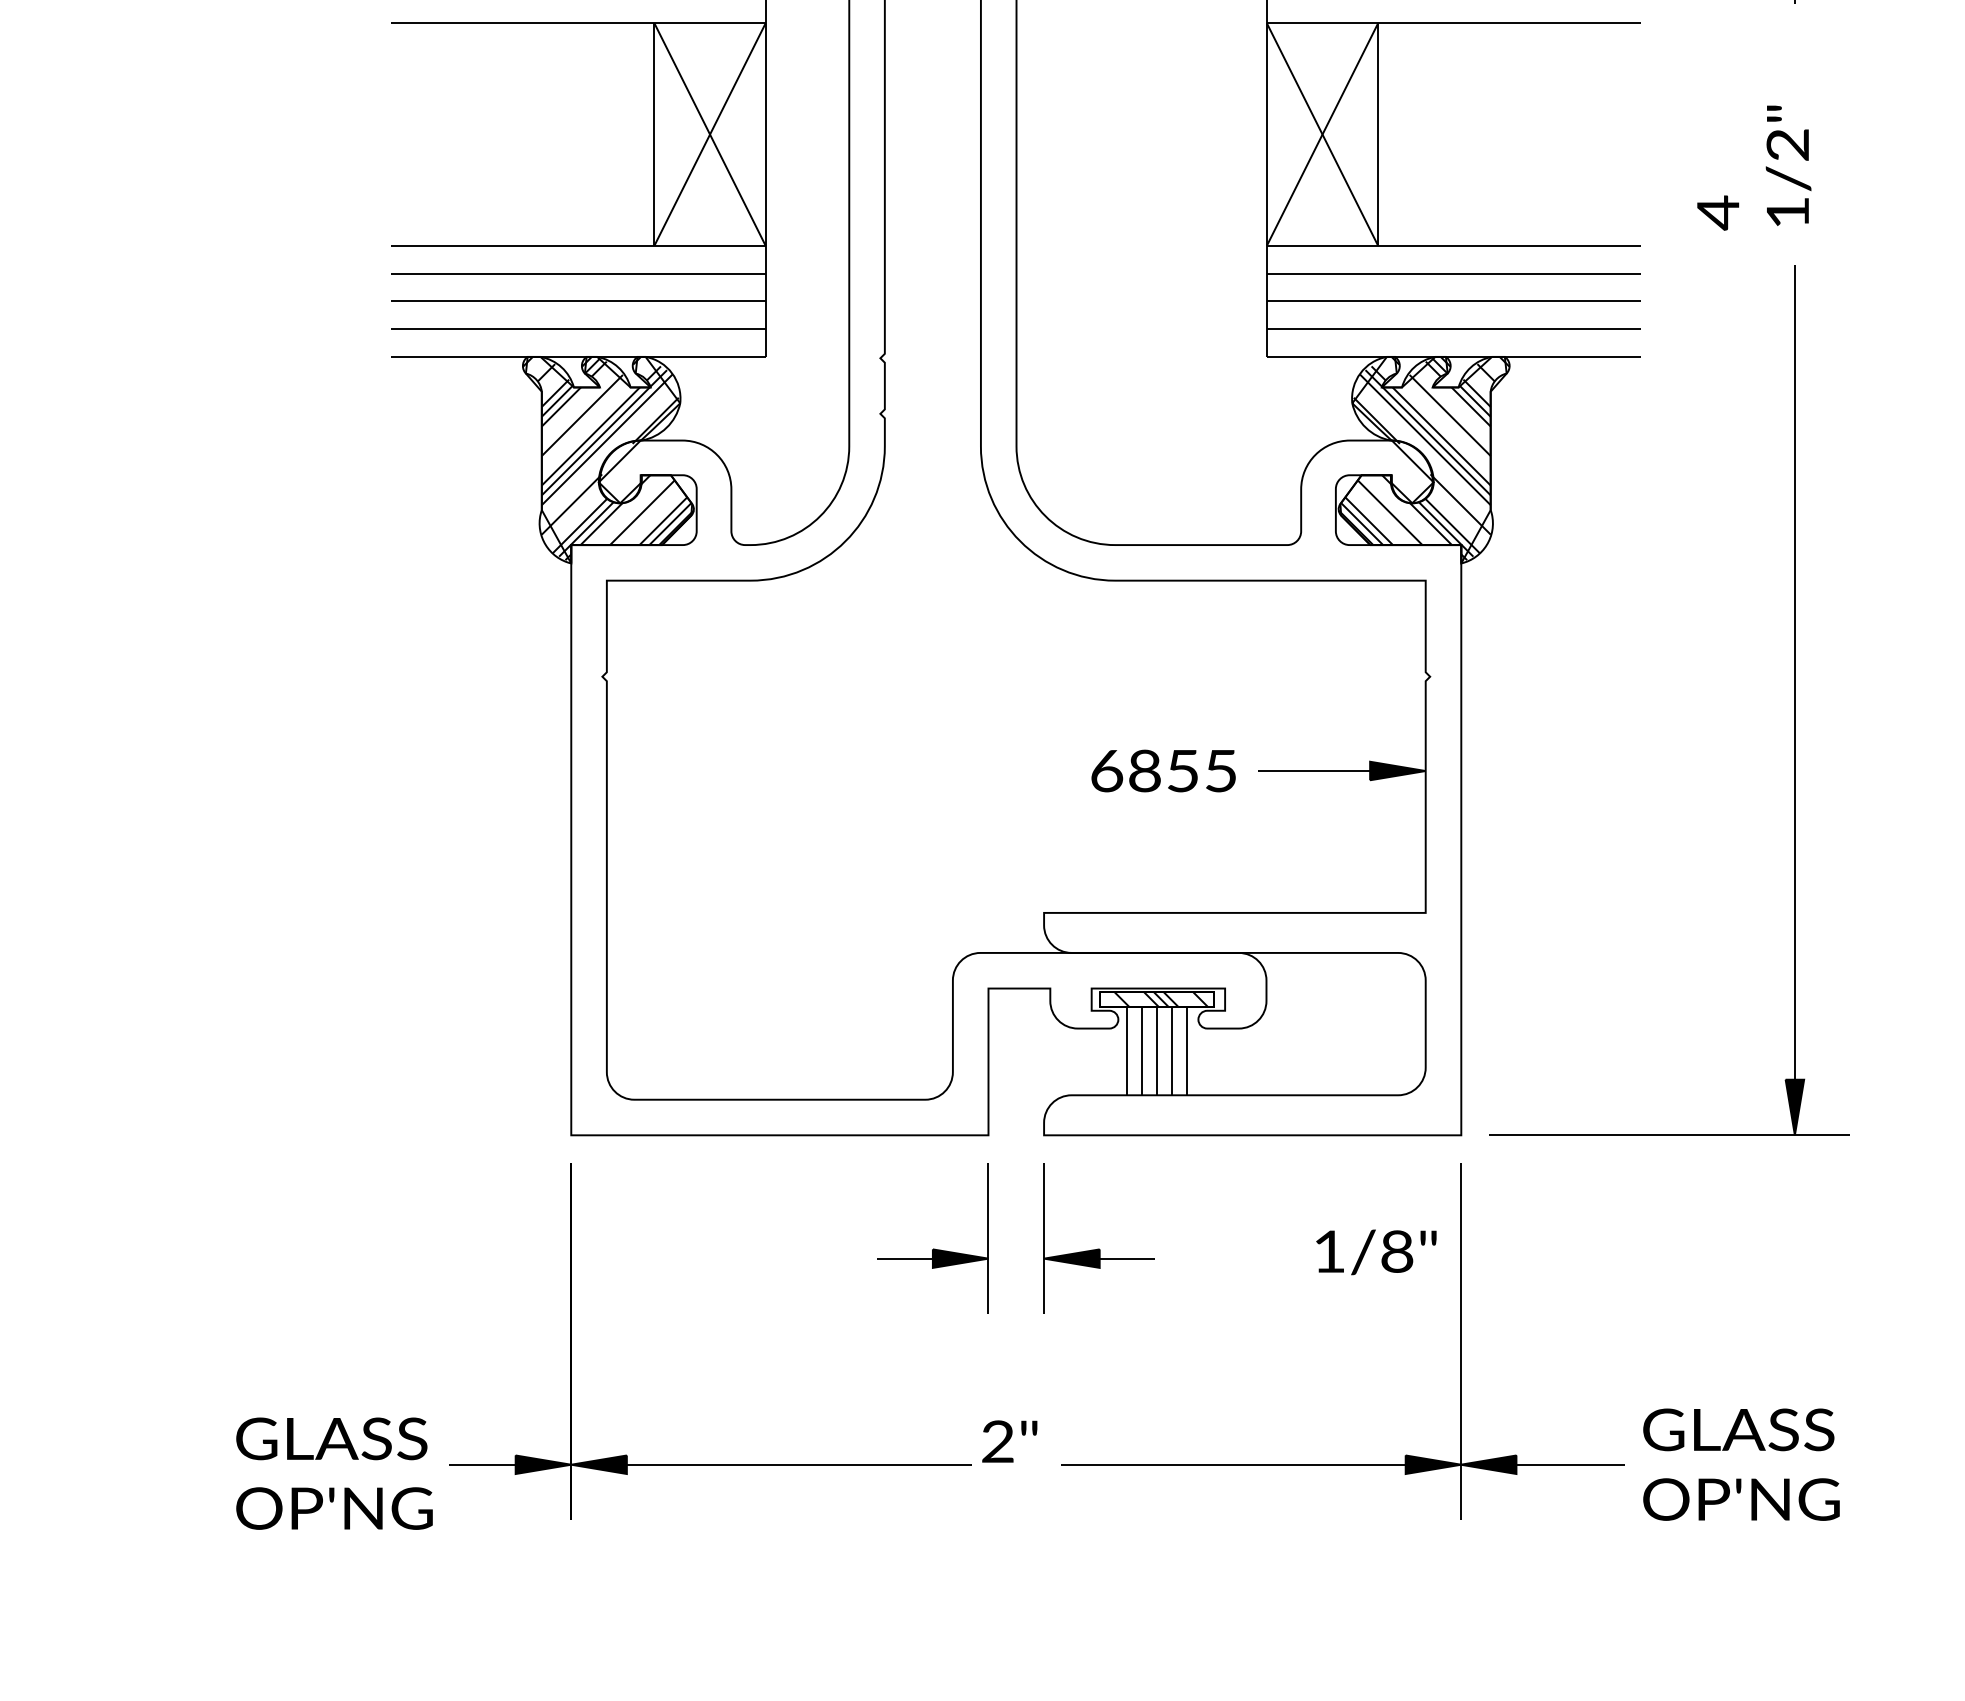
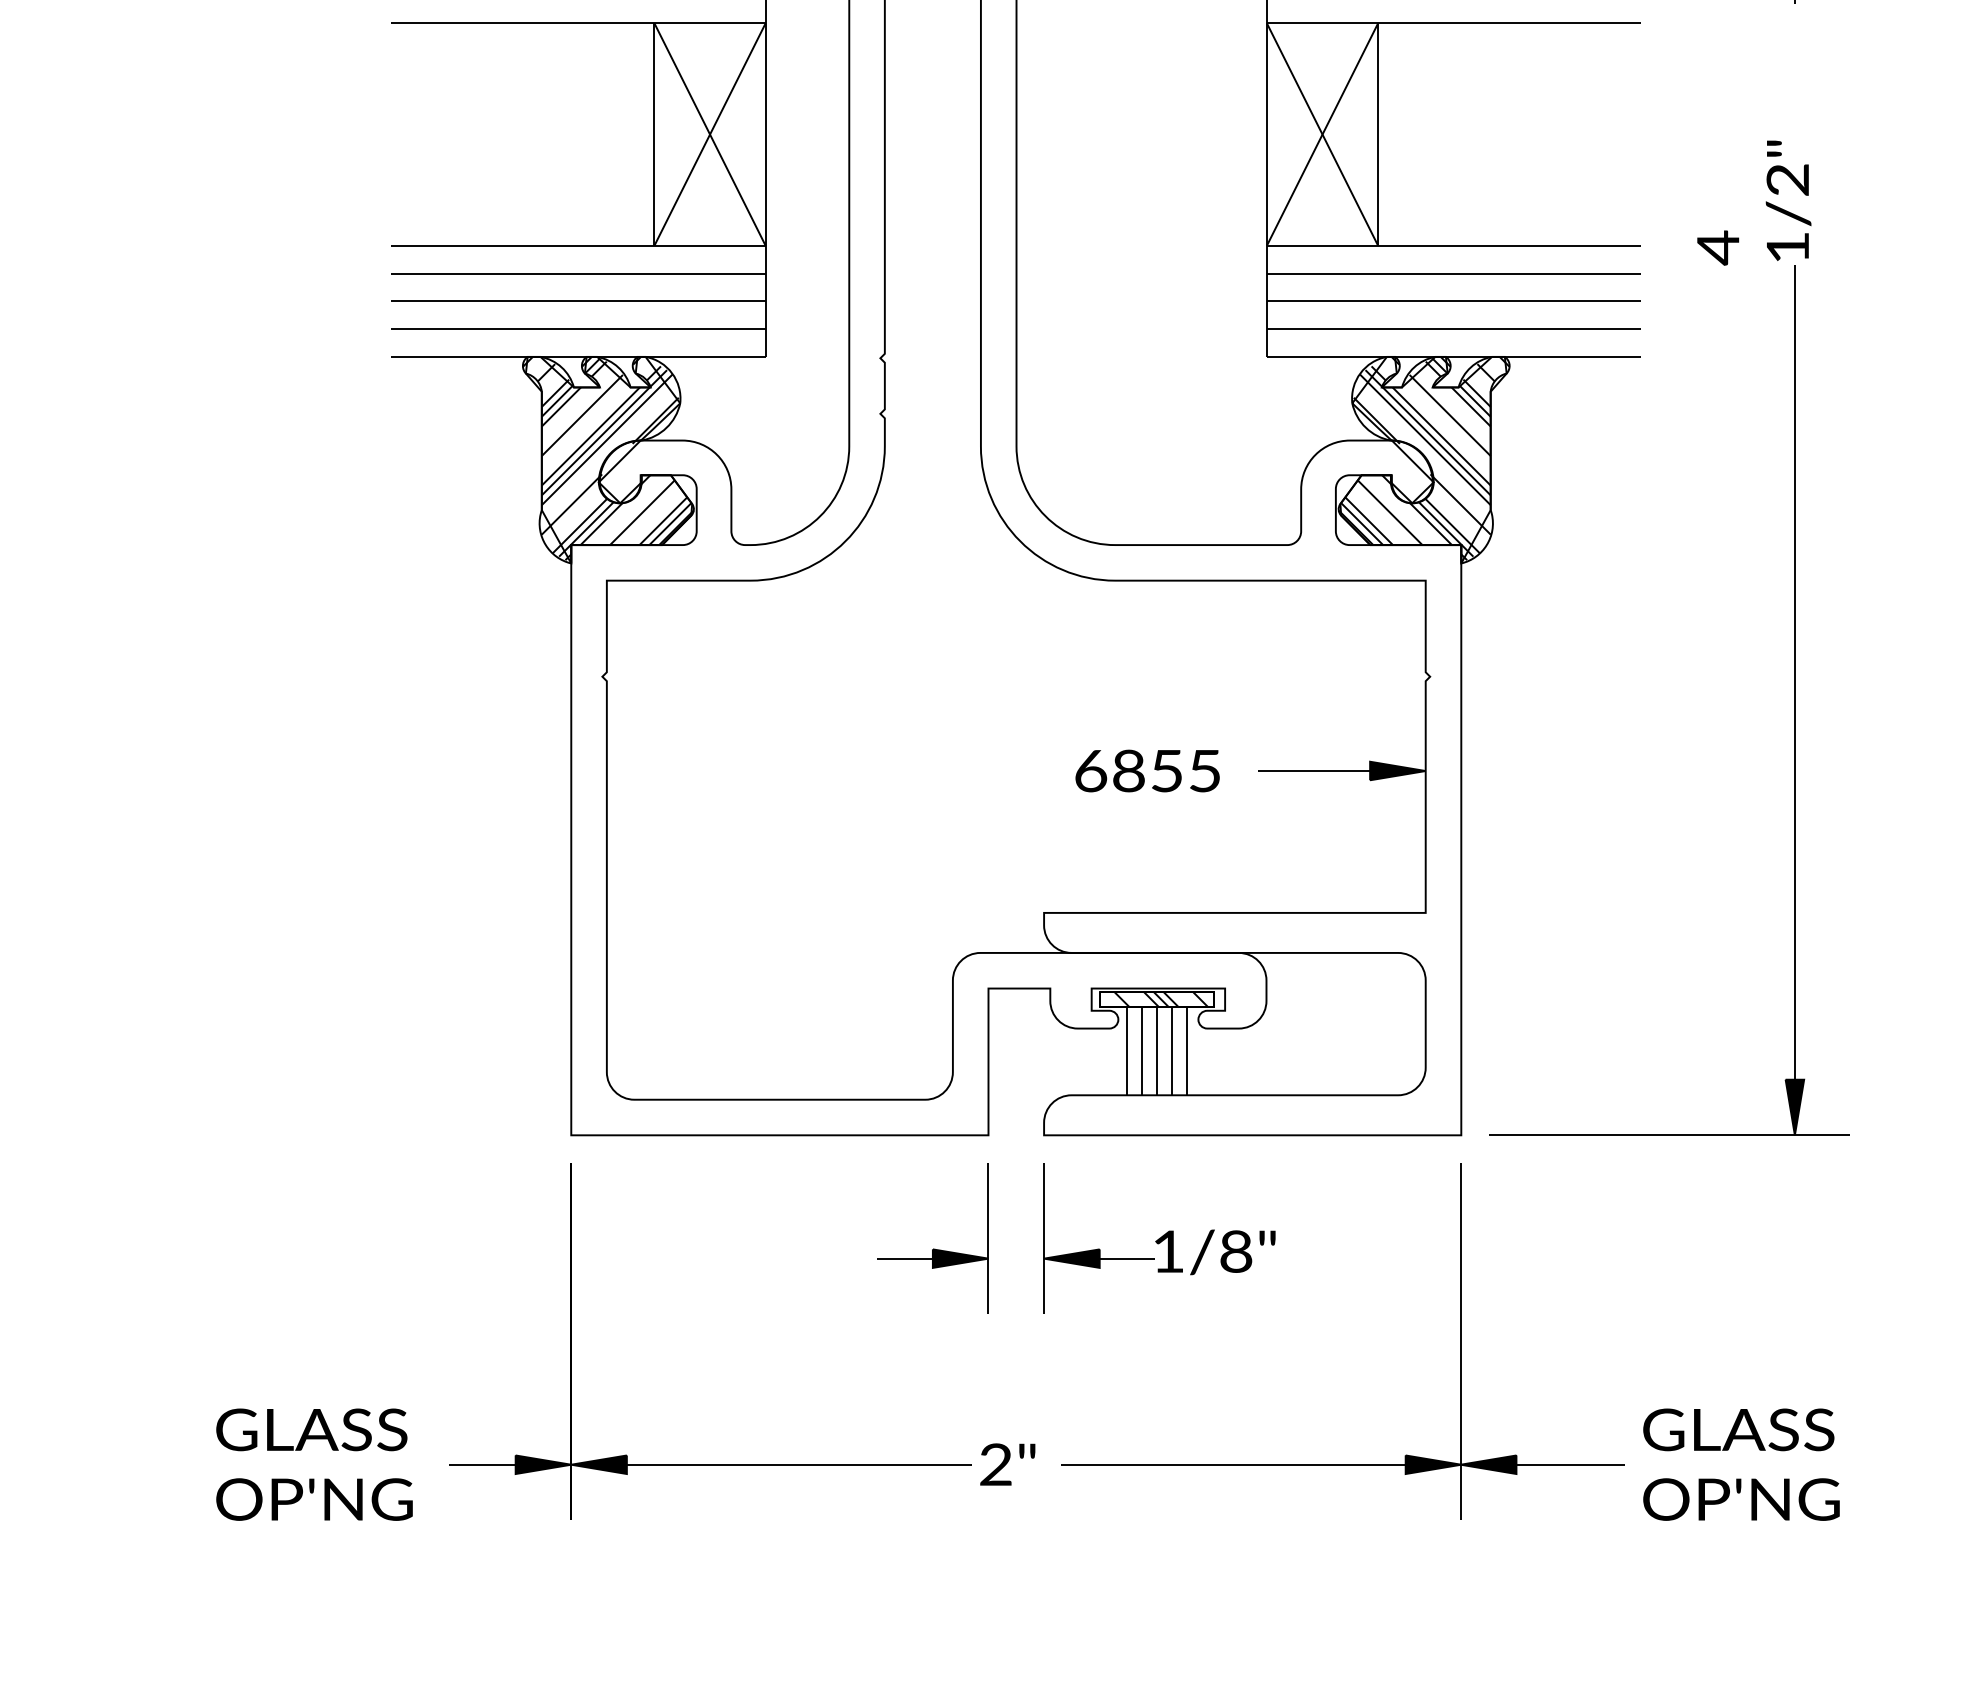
text at (1754, 167) position: (1754, 167) -> (1754, 202)
text at (1163, 770) position: (1163, 770) -> (1147, 770)
text at (1376, 1252) position: (1376, 1252) -> (1215, 1252)
text at (1009, 1441) position: (1009, 1441) -> (1007, 1464)
text at (334, 1473) position: (334, 1473) -> (314, 1464)
